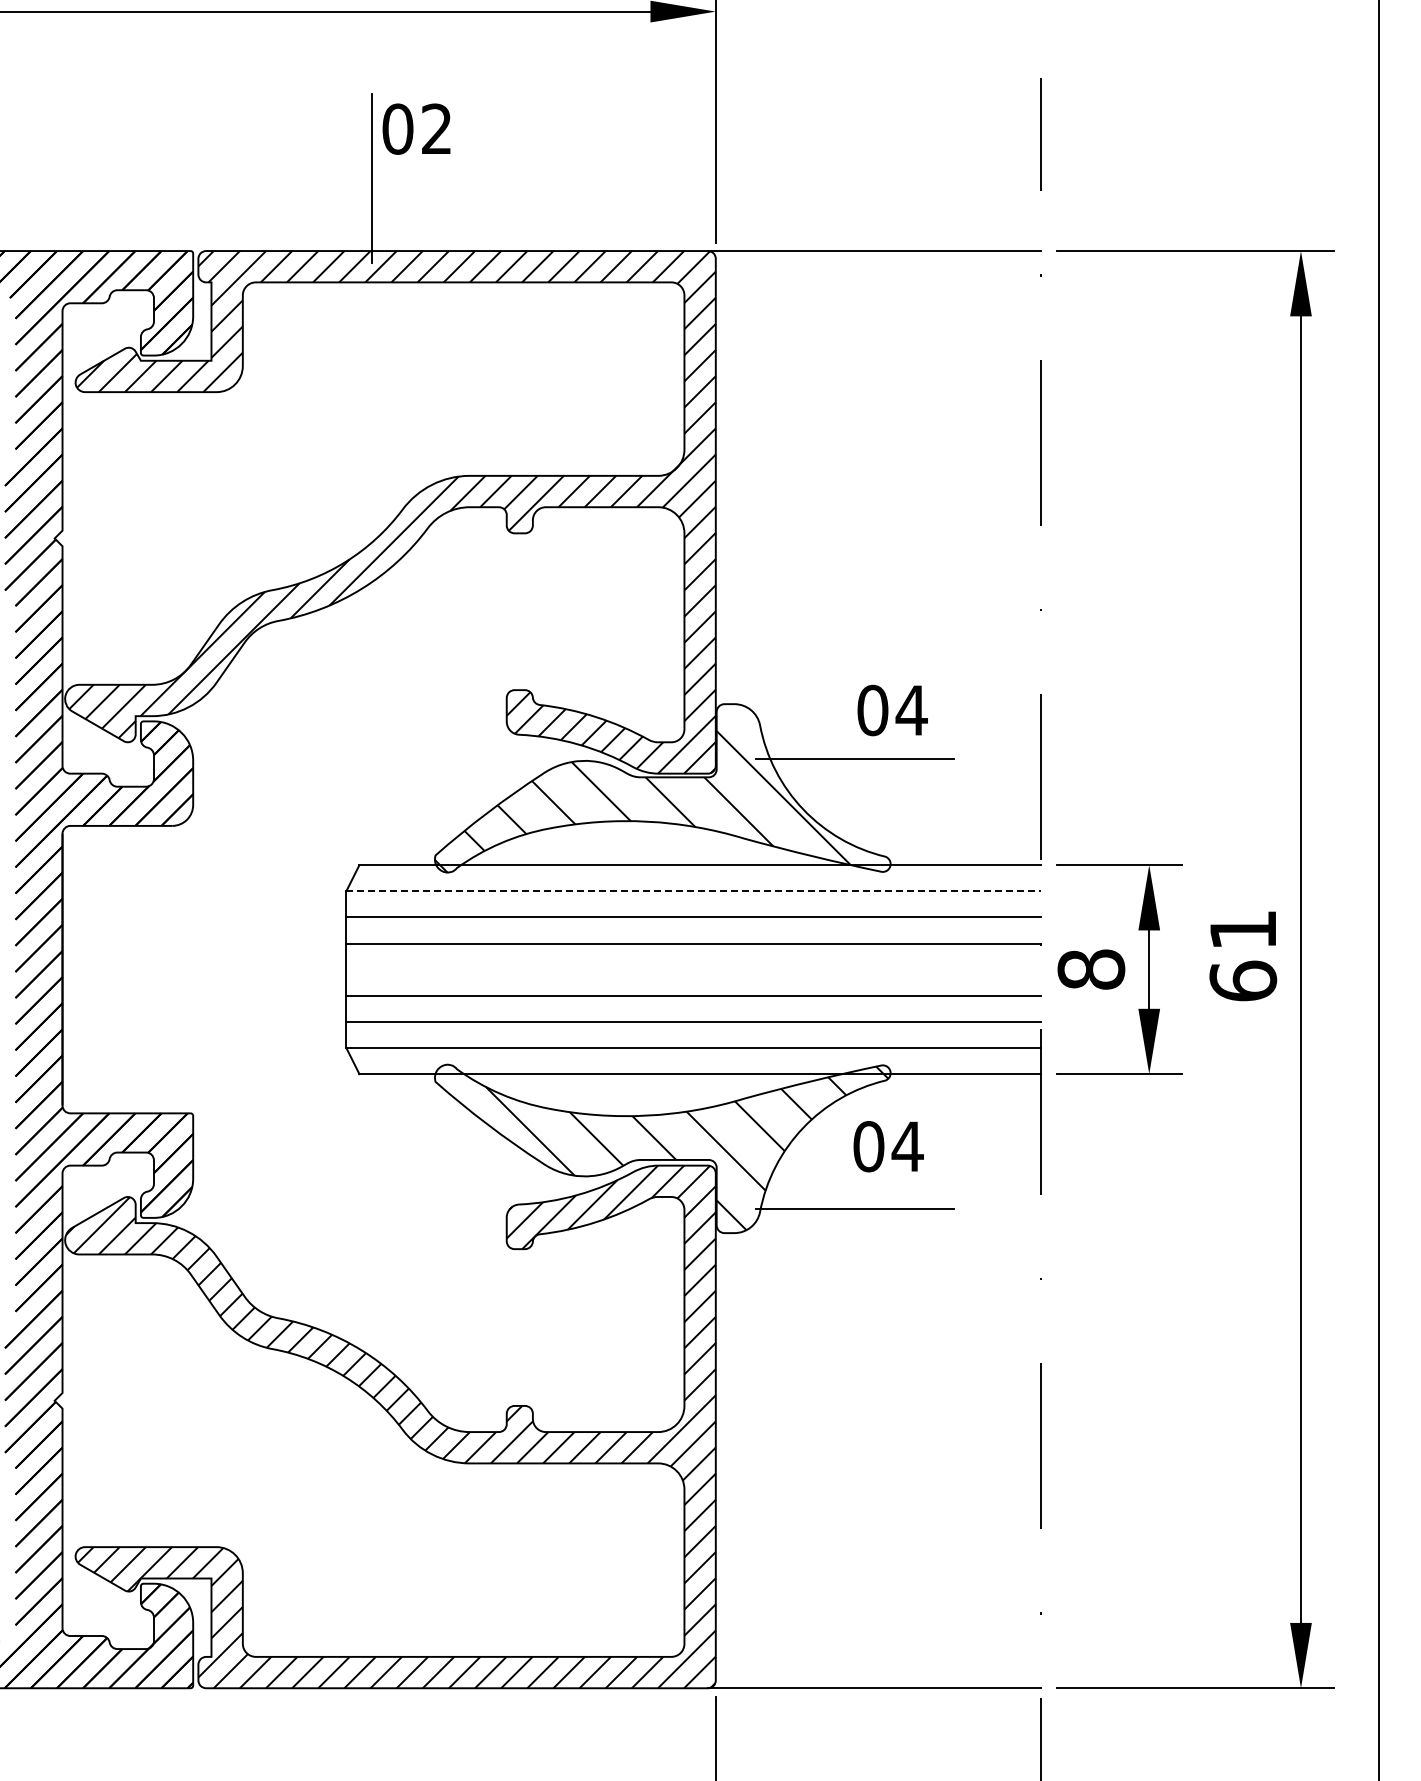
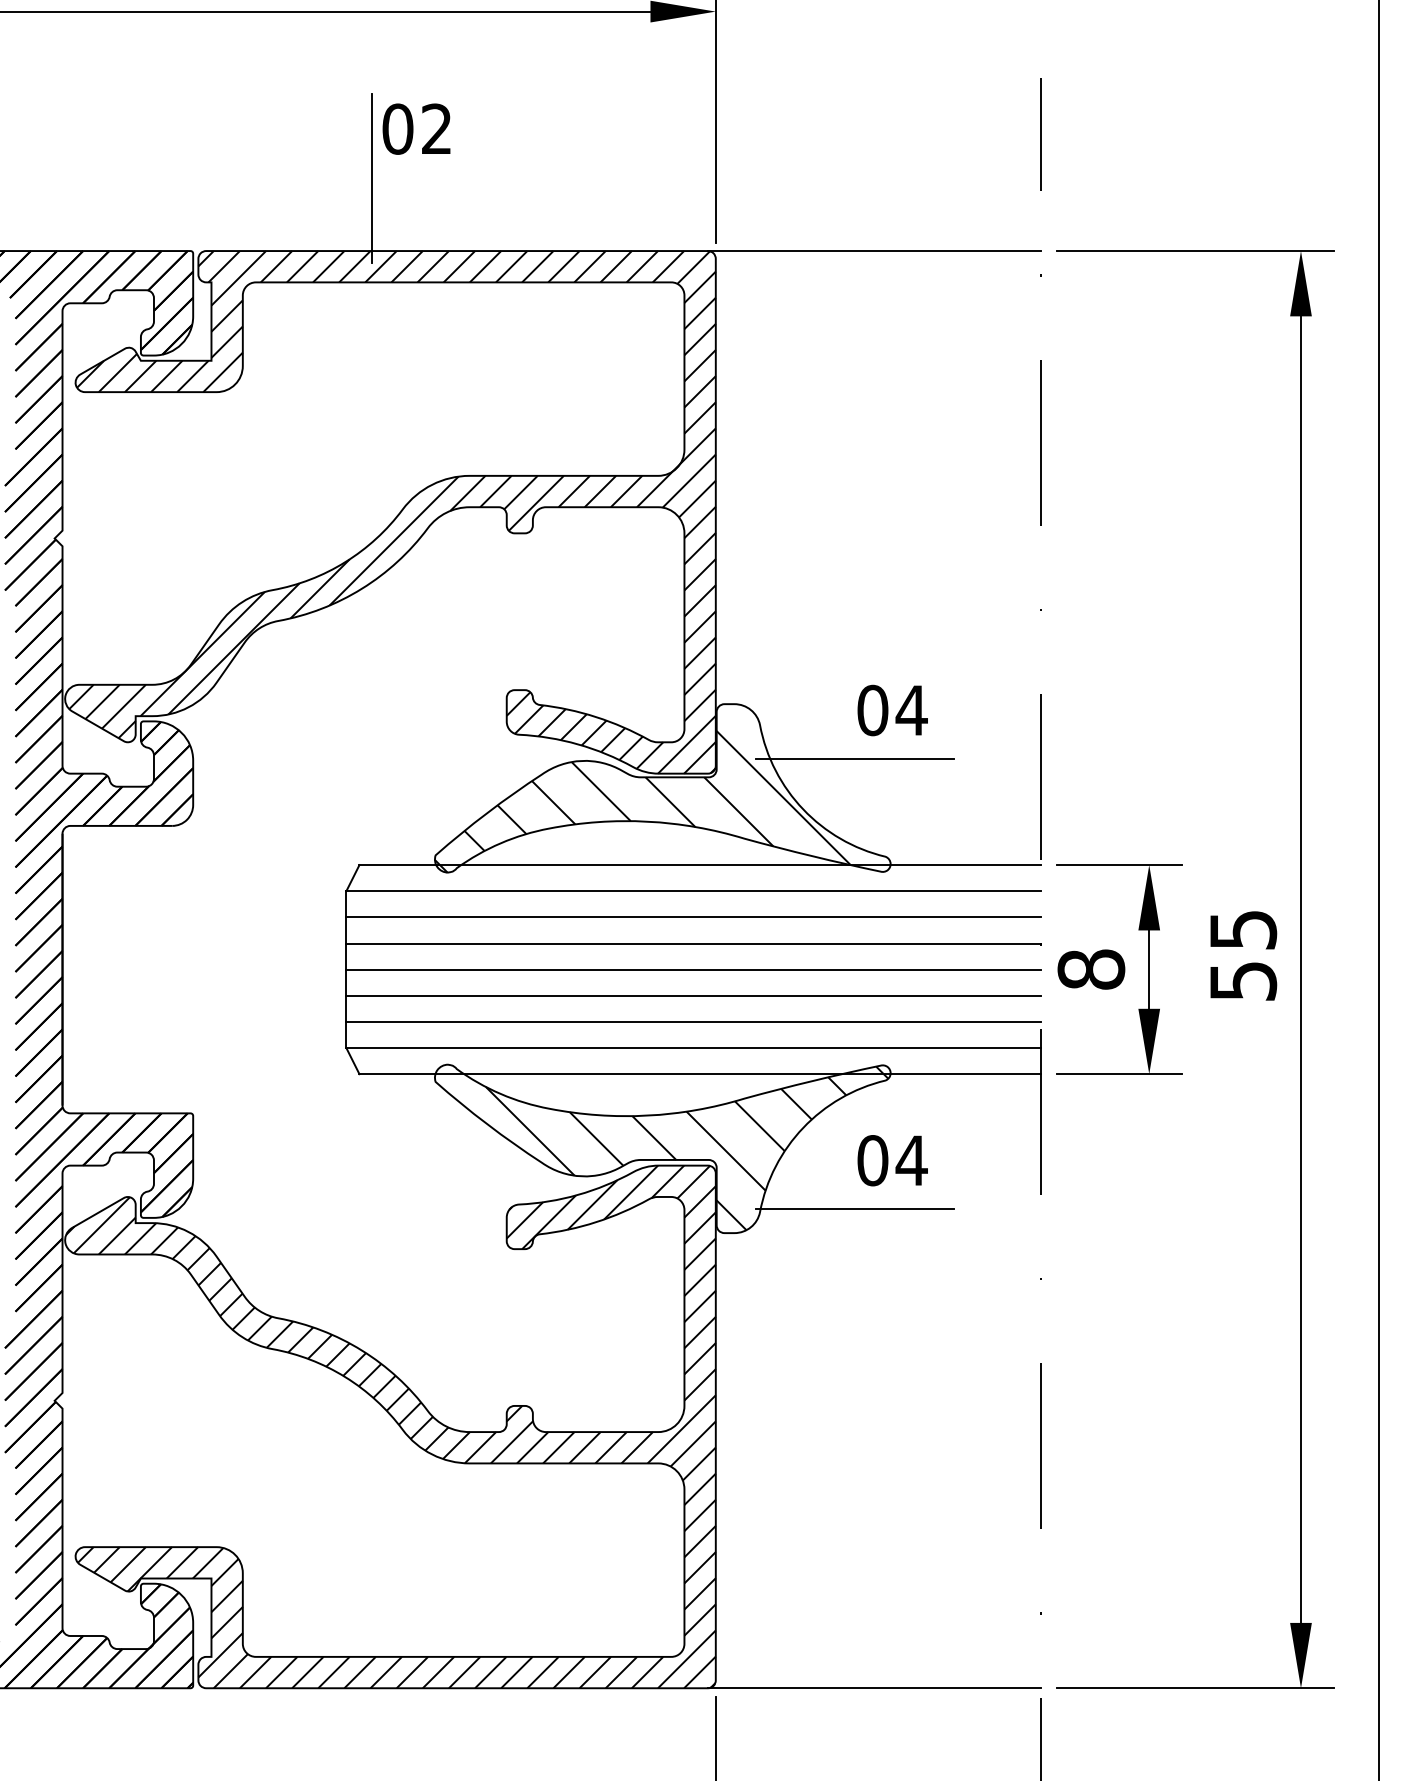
line at (694, 891): dashed -> solid
text at (1243, 956): 61 -> 55
line at (693, 969): none -> present
text at (888, 1146) position: (888, 1146) -> (892, 1160)
